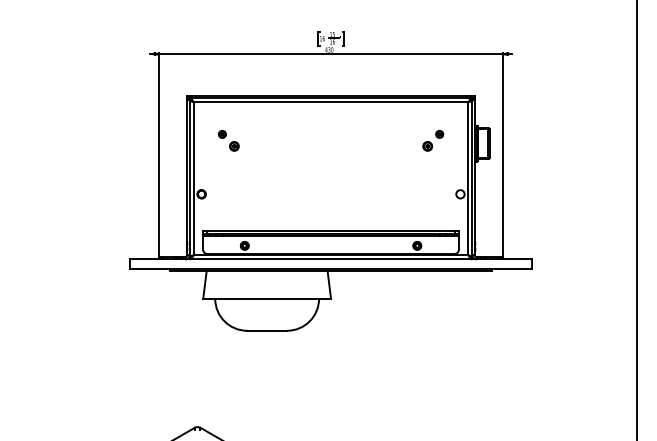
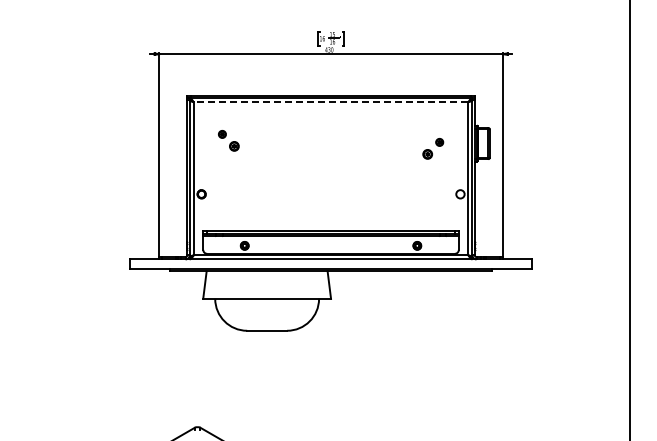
line at (330, 102): solid -> dashed
part at (433, 140) position: (433, 140) -> (433, 148)
line at (637, 219) position: (637, 219) -> (630, 219)
